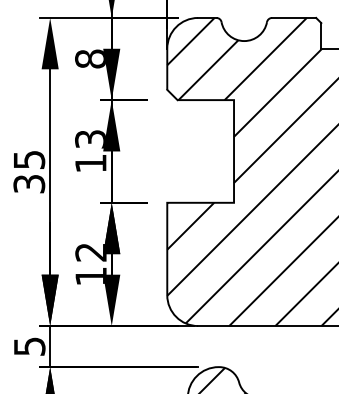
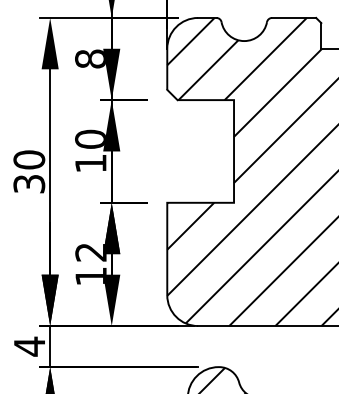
text at (90, 138): 13 -> 10
text at (29, 159): 35 -> 30
text at (29, 346): 5 -> 4
